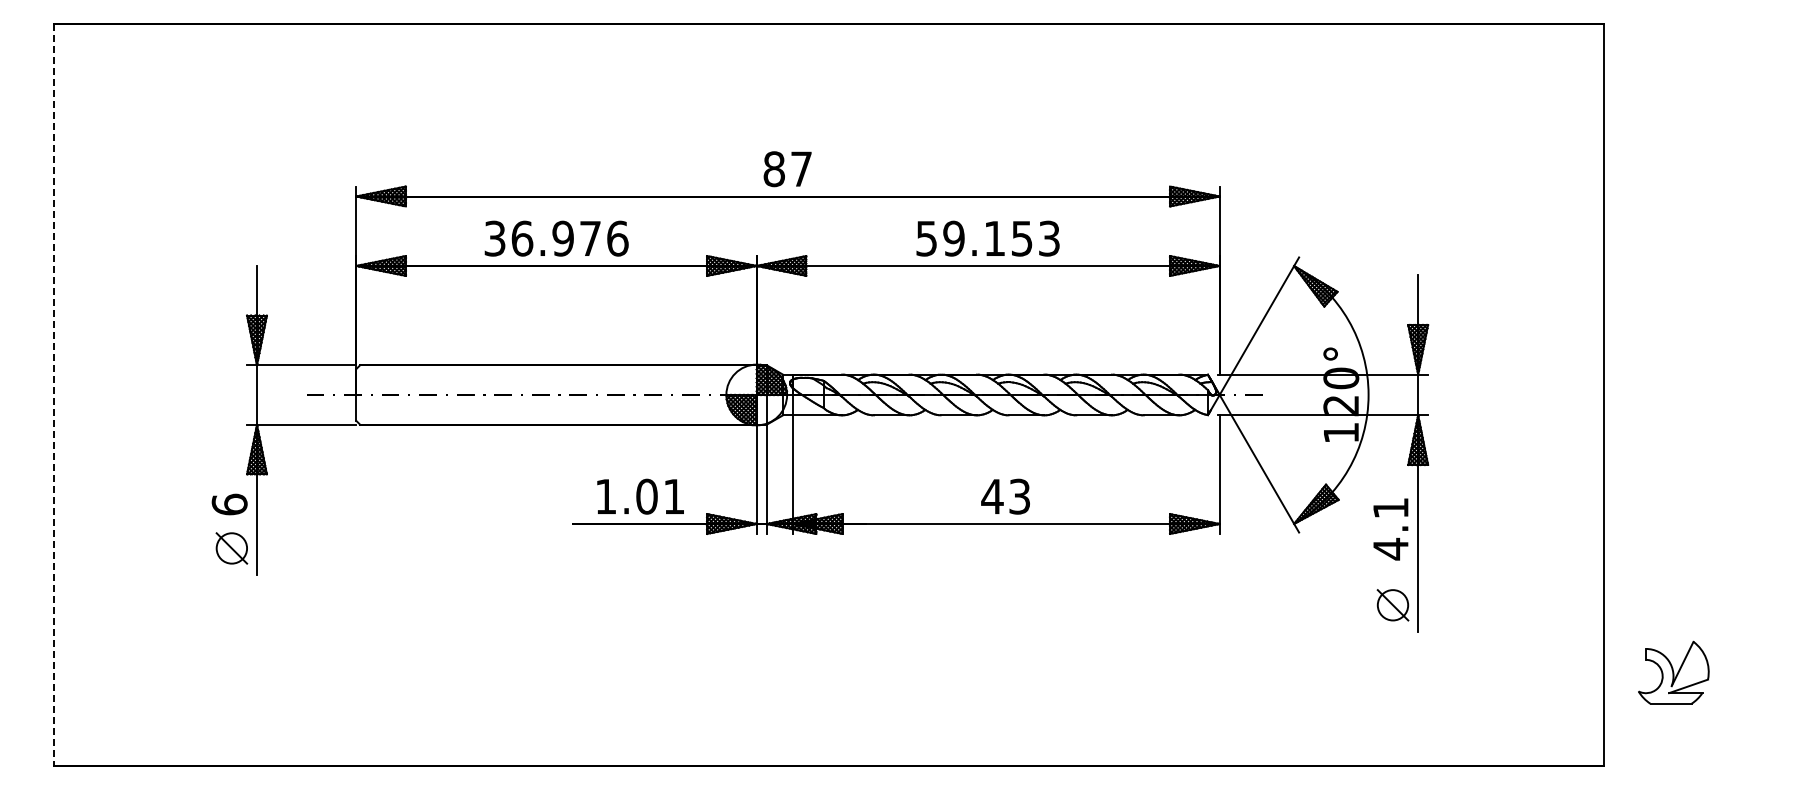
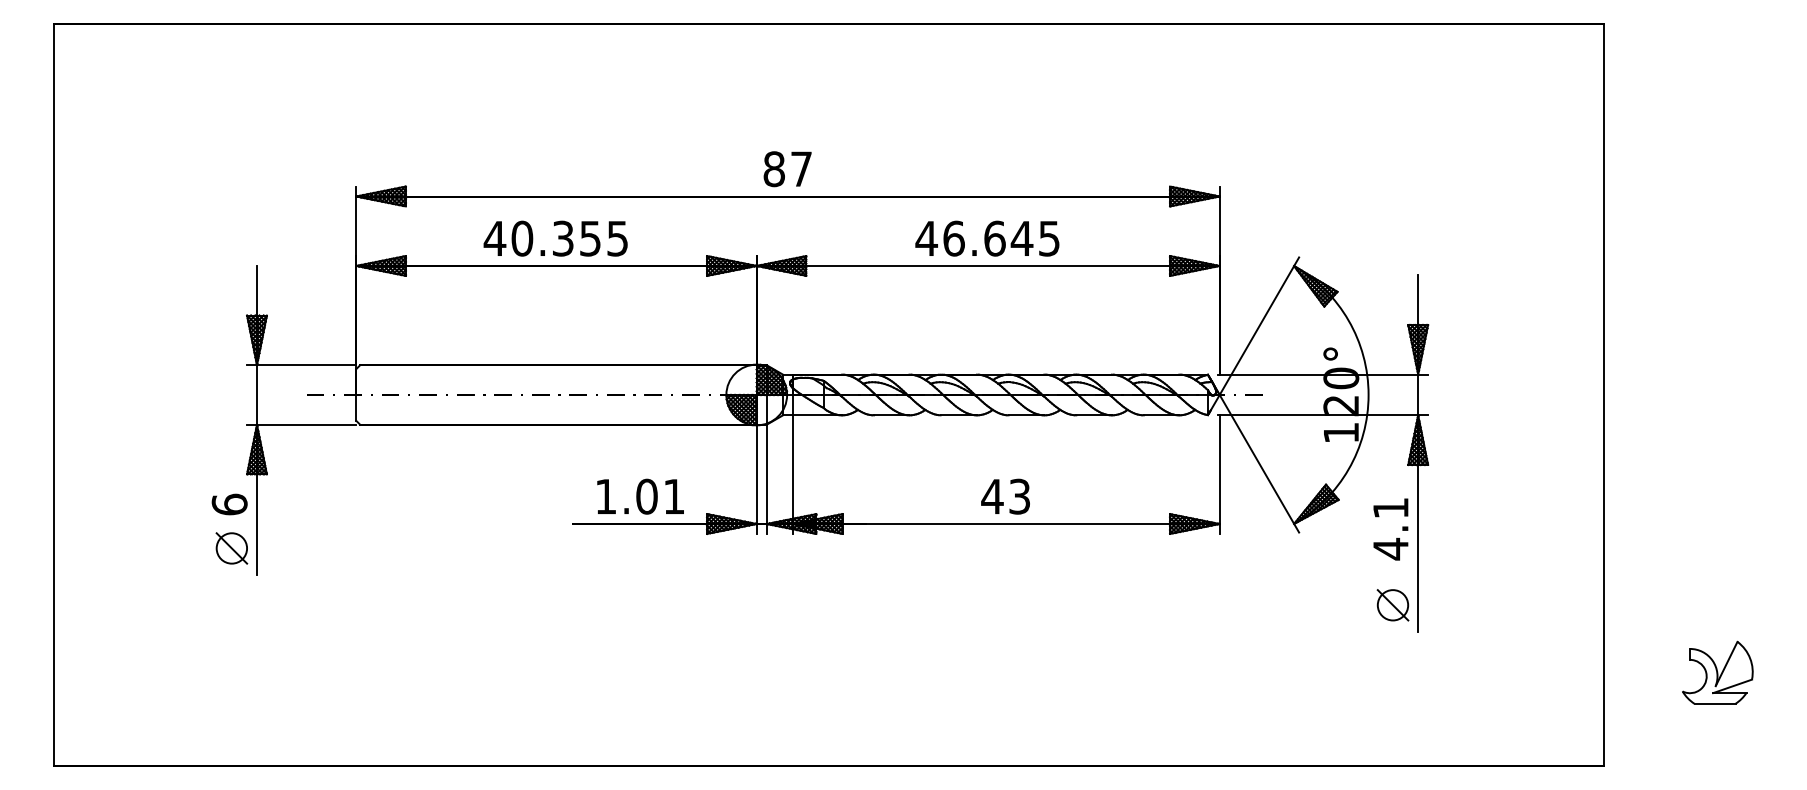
text at (555, 238): 36.976 -> 40.355
text at (987, 238): 59.153 -> 46.645
line at (54, 395): dashed -> solid
part at (1673, 672) position: (1673, 672) -> (1717, 672)
